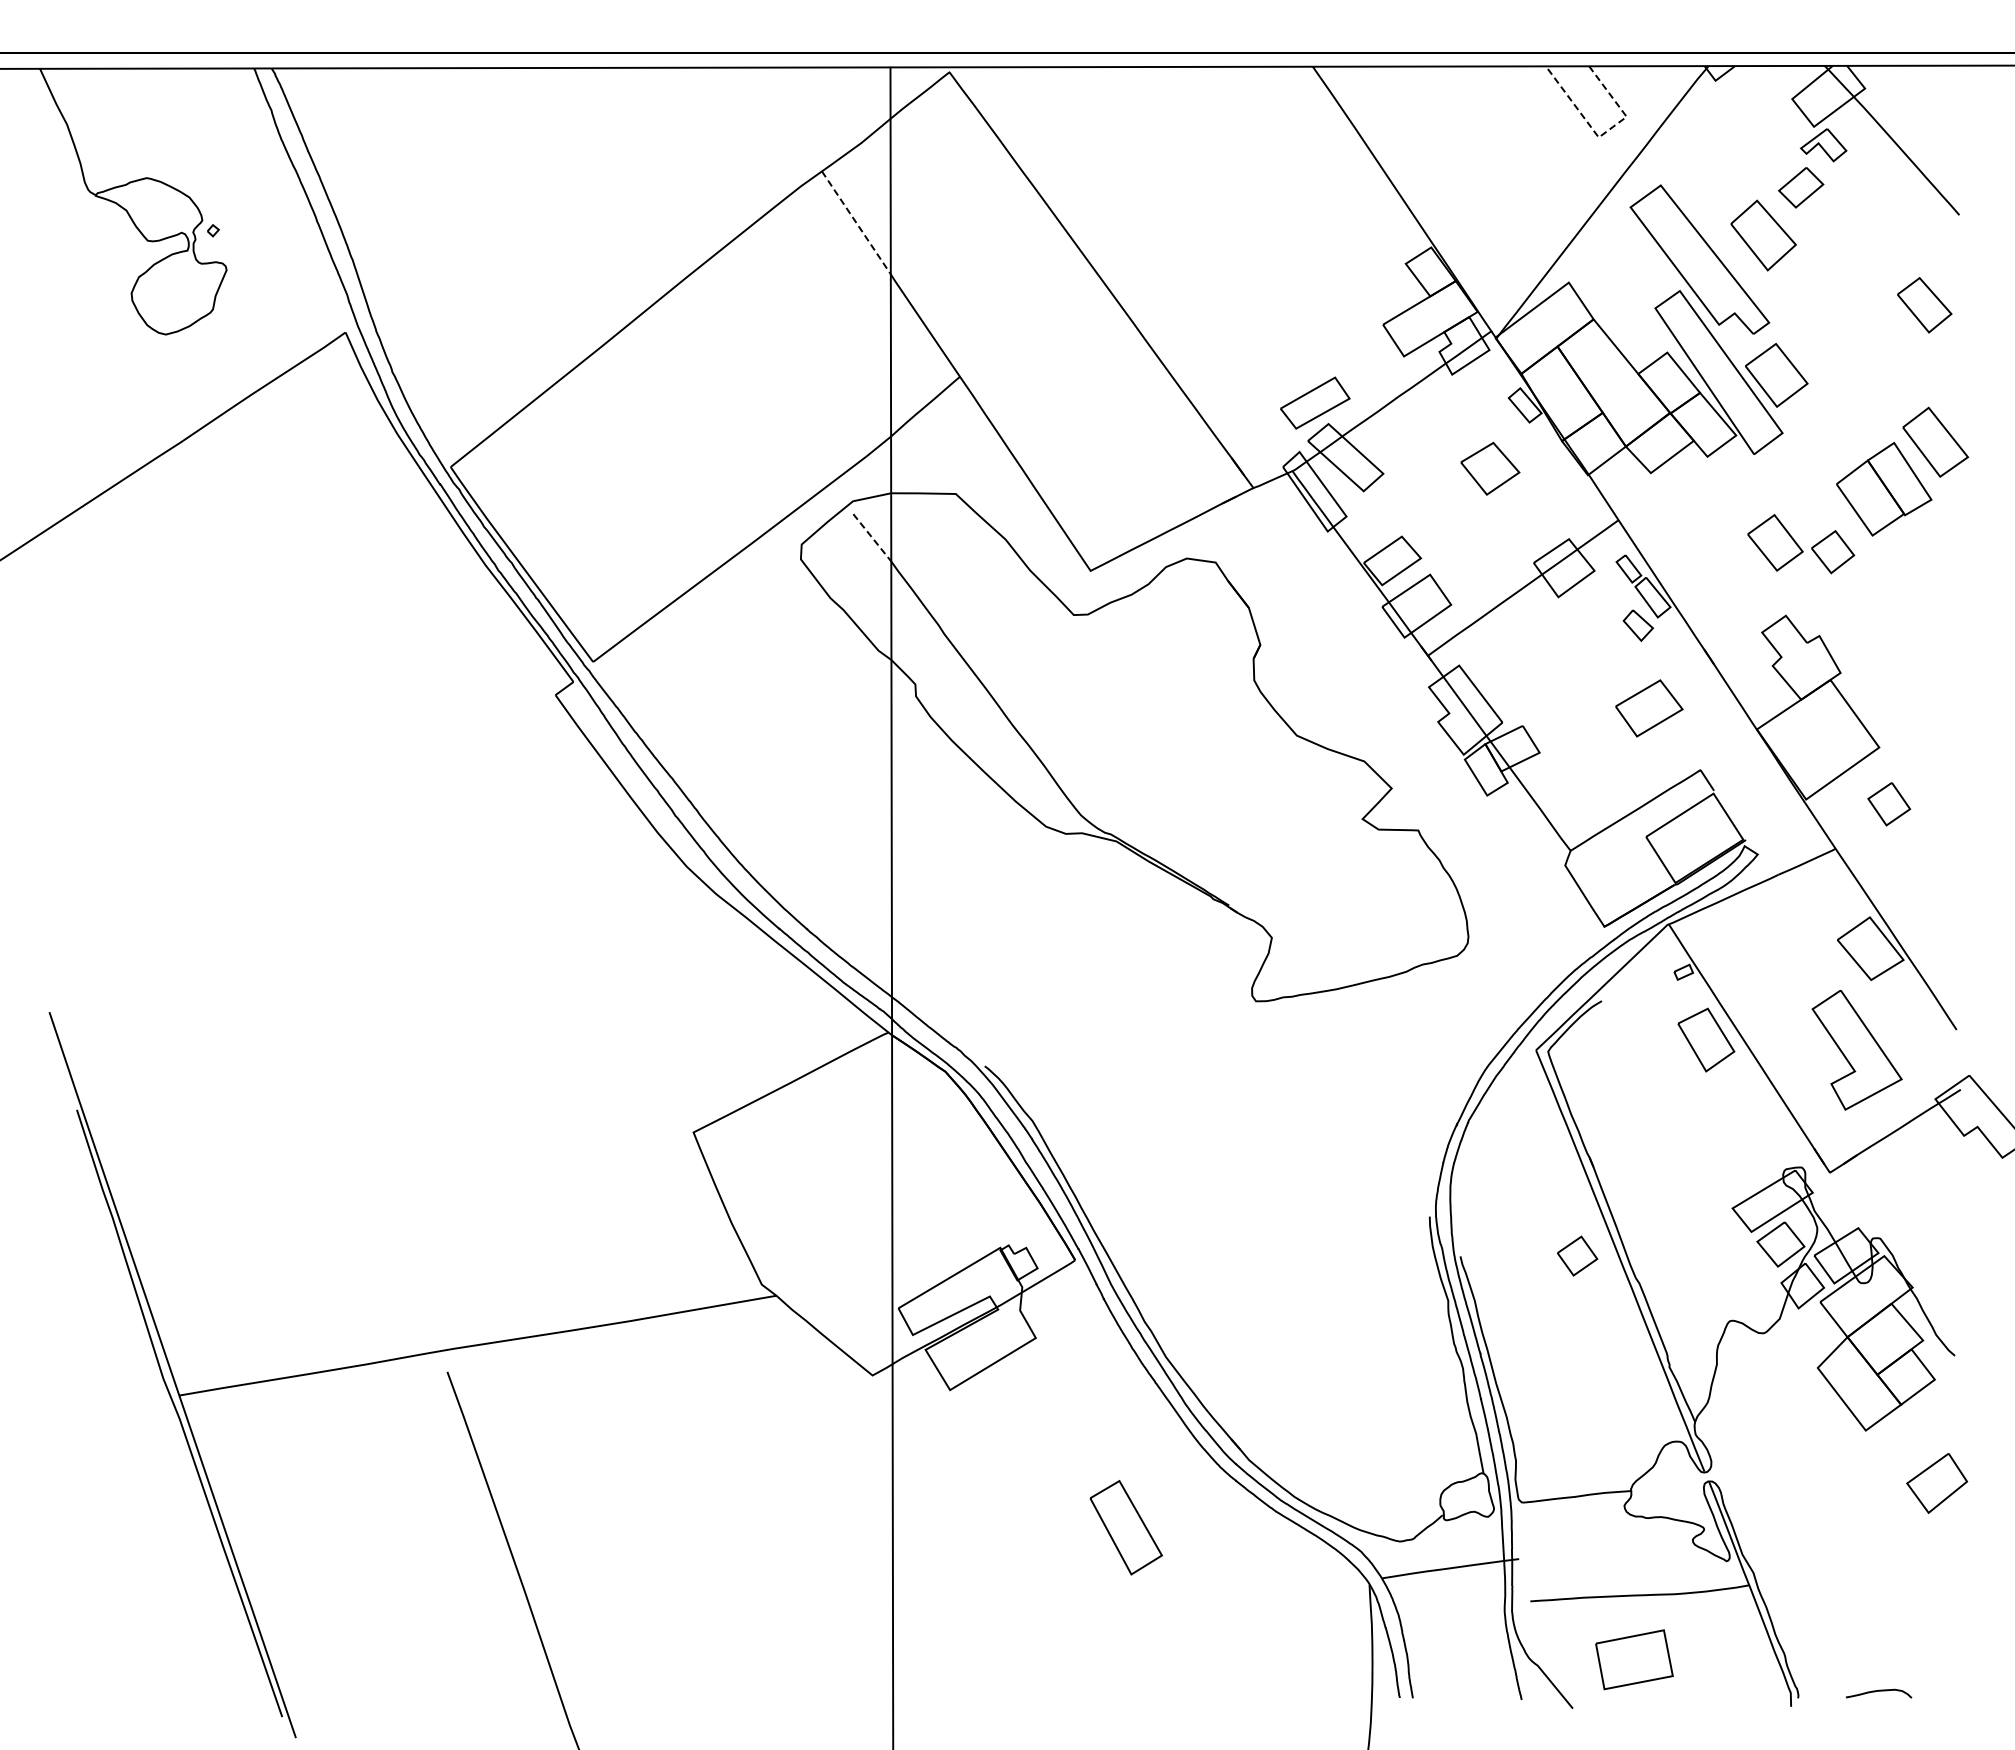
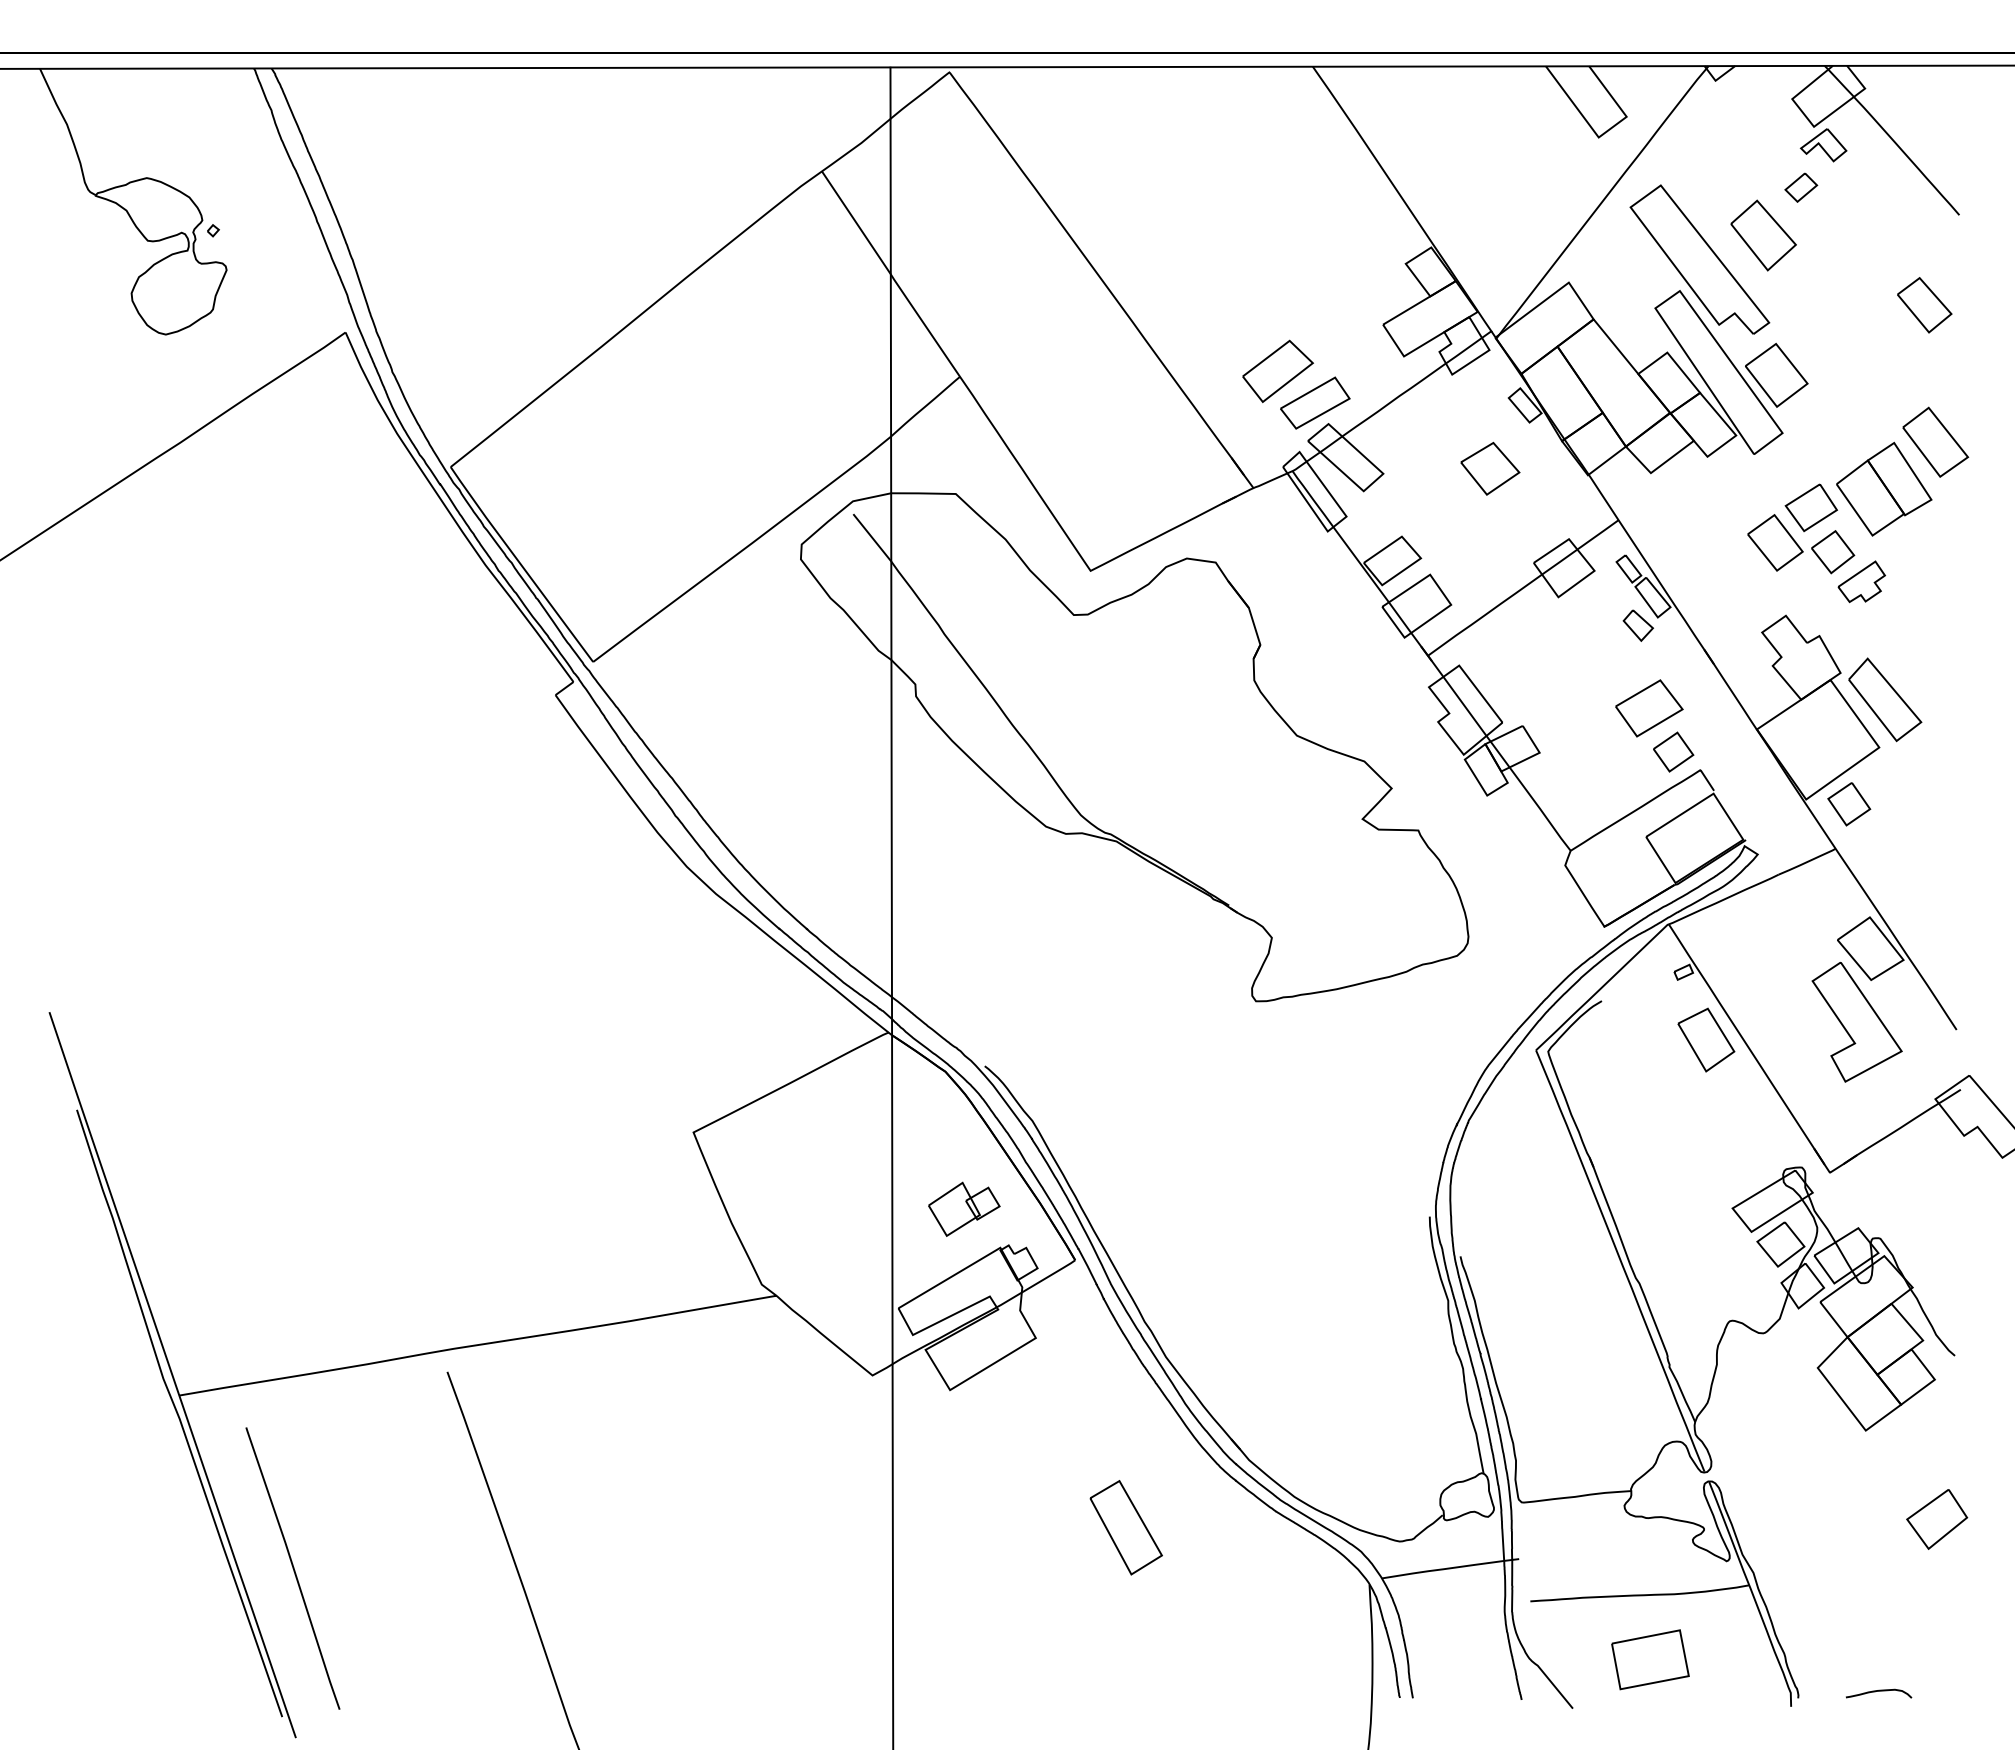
line at (1601, 135): dashed -> solid
part at (1801, 187) size: 47x42 px -> 35x31 px
line at (856, 222): dashed -> solid
part at (1277, 371): none -> present
part at (1810, 507): none -> present
line at (872, 538): dashed -> solid
part at (1861, 581): none -> present
part at (1885, 699): none -> present
part at (1889, 804) position: (1889, 804) -> (1849, 804)
part at (1856, 1050) position: (1856, 1050) -> (1856, 1022)
part at (964, 1208): none -> present
part at (1577, 1255) position: (1577, 1255) -> (1673, 751)
part at (1937, 1483) position: (1937, 1483) -> (1937, 1519)
curve at (292, 1568): none -> present
part at (1634, 1659) position: (1634, 1659) -> (1650, 1659)
